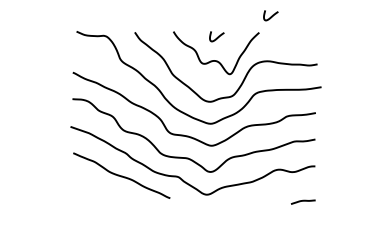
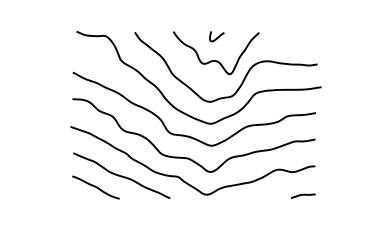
curve at (271, 15): present -> none
curve at (95, 187): none -> present
curve at (303, 201) position: (303, 201) -> (303, 195)
